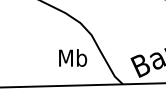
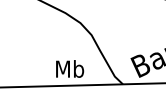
text at (73, 57) position: (73, 57) -> (70, 68)
